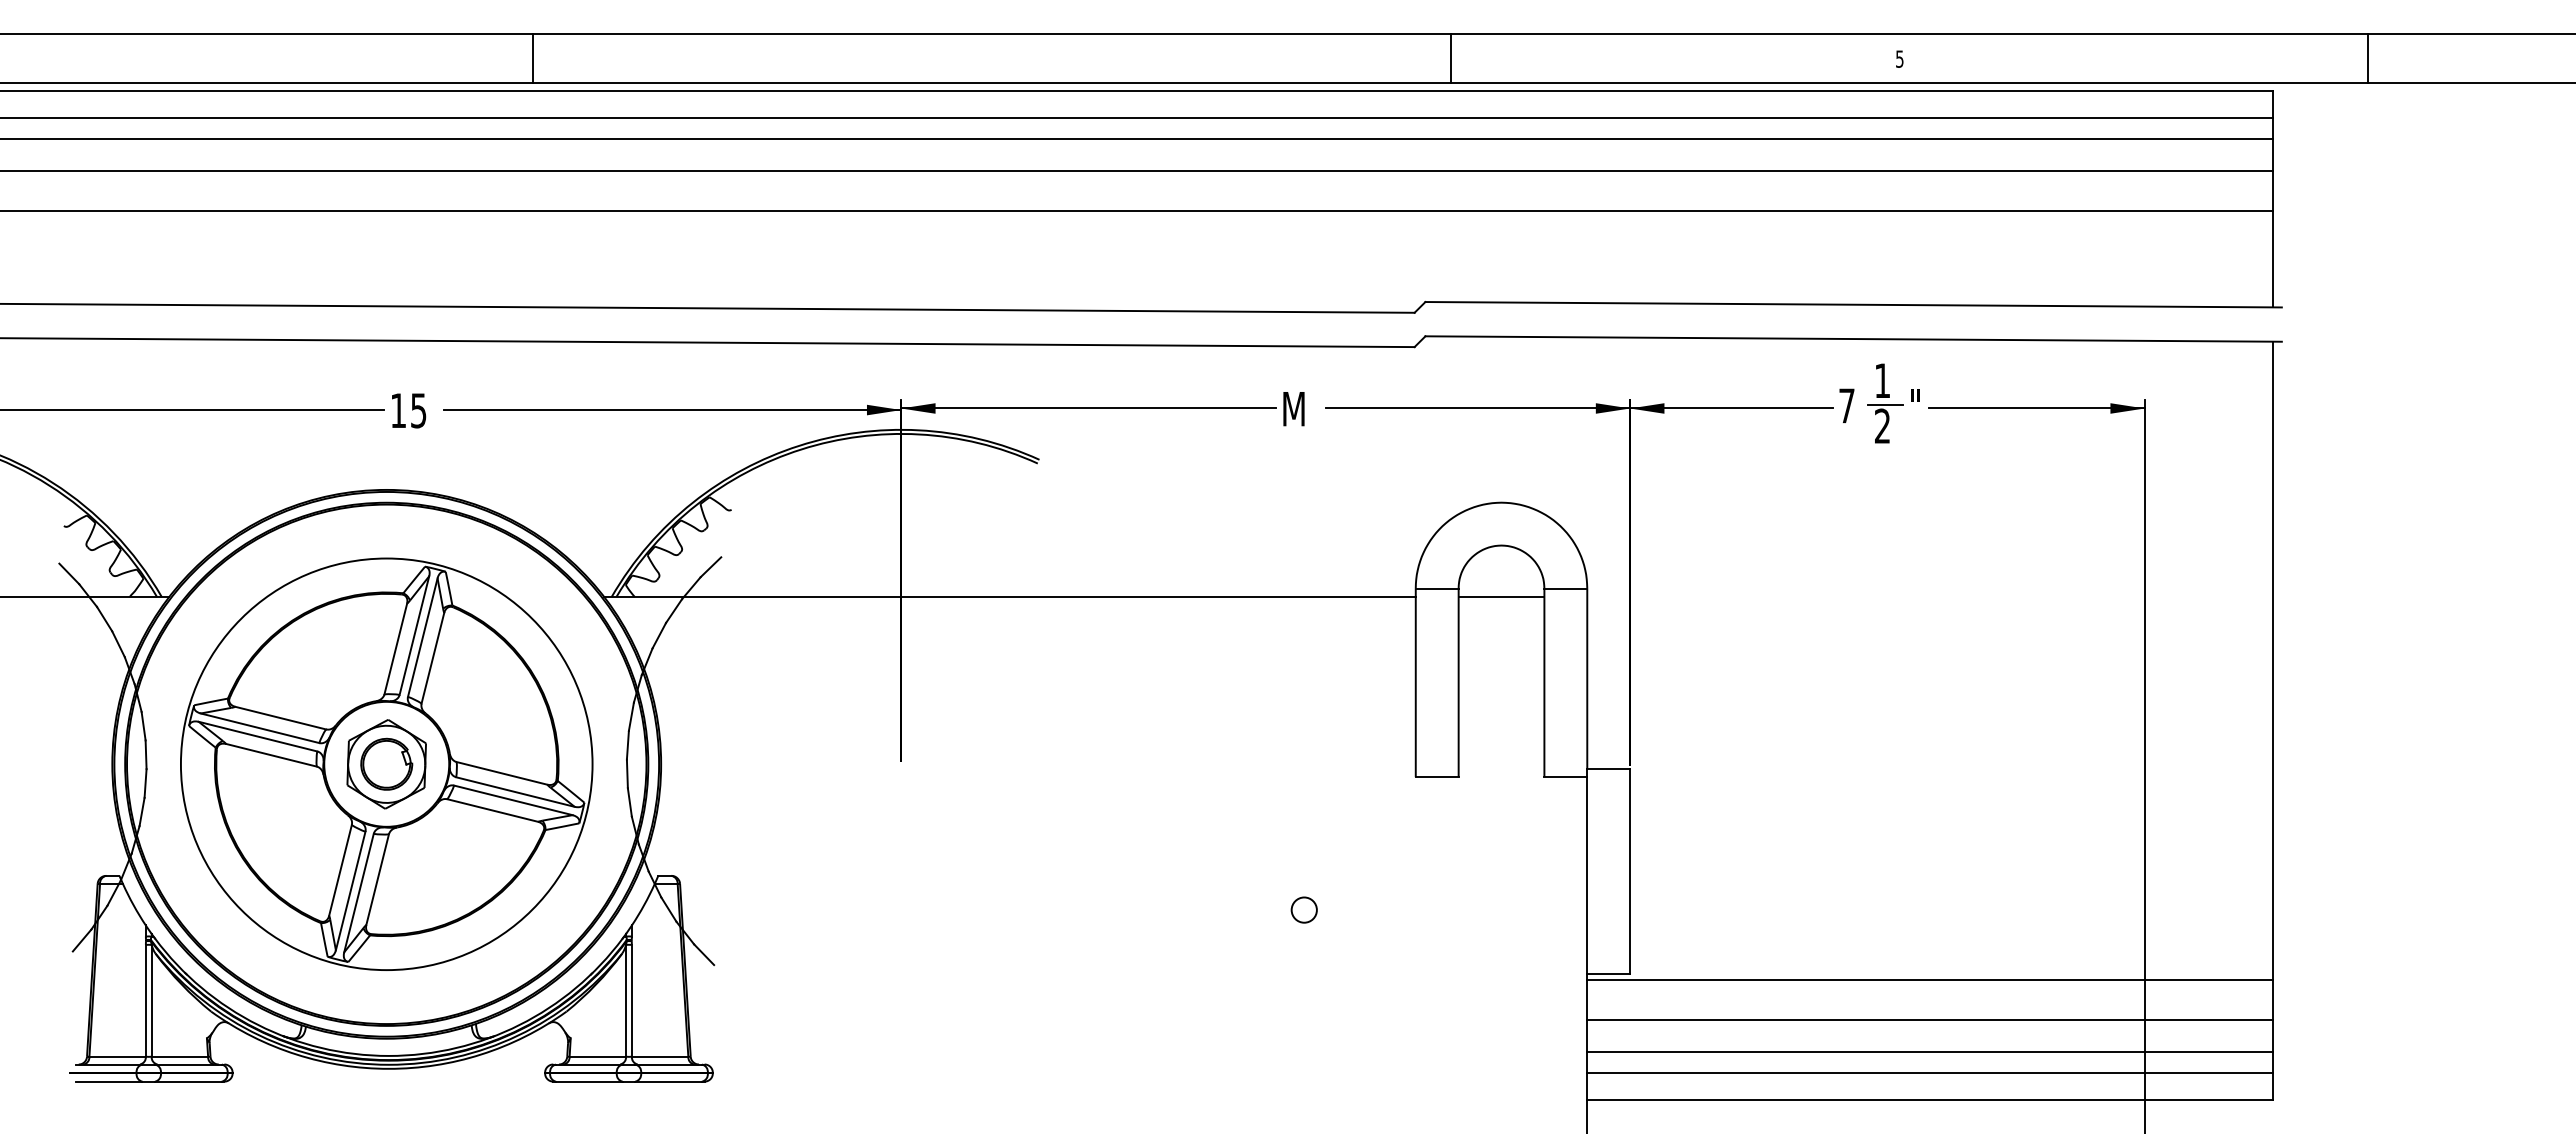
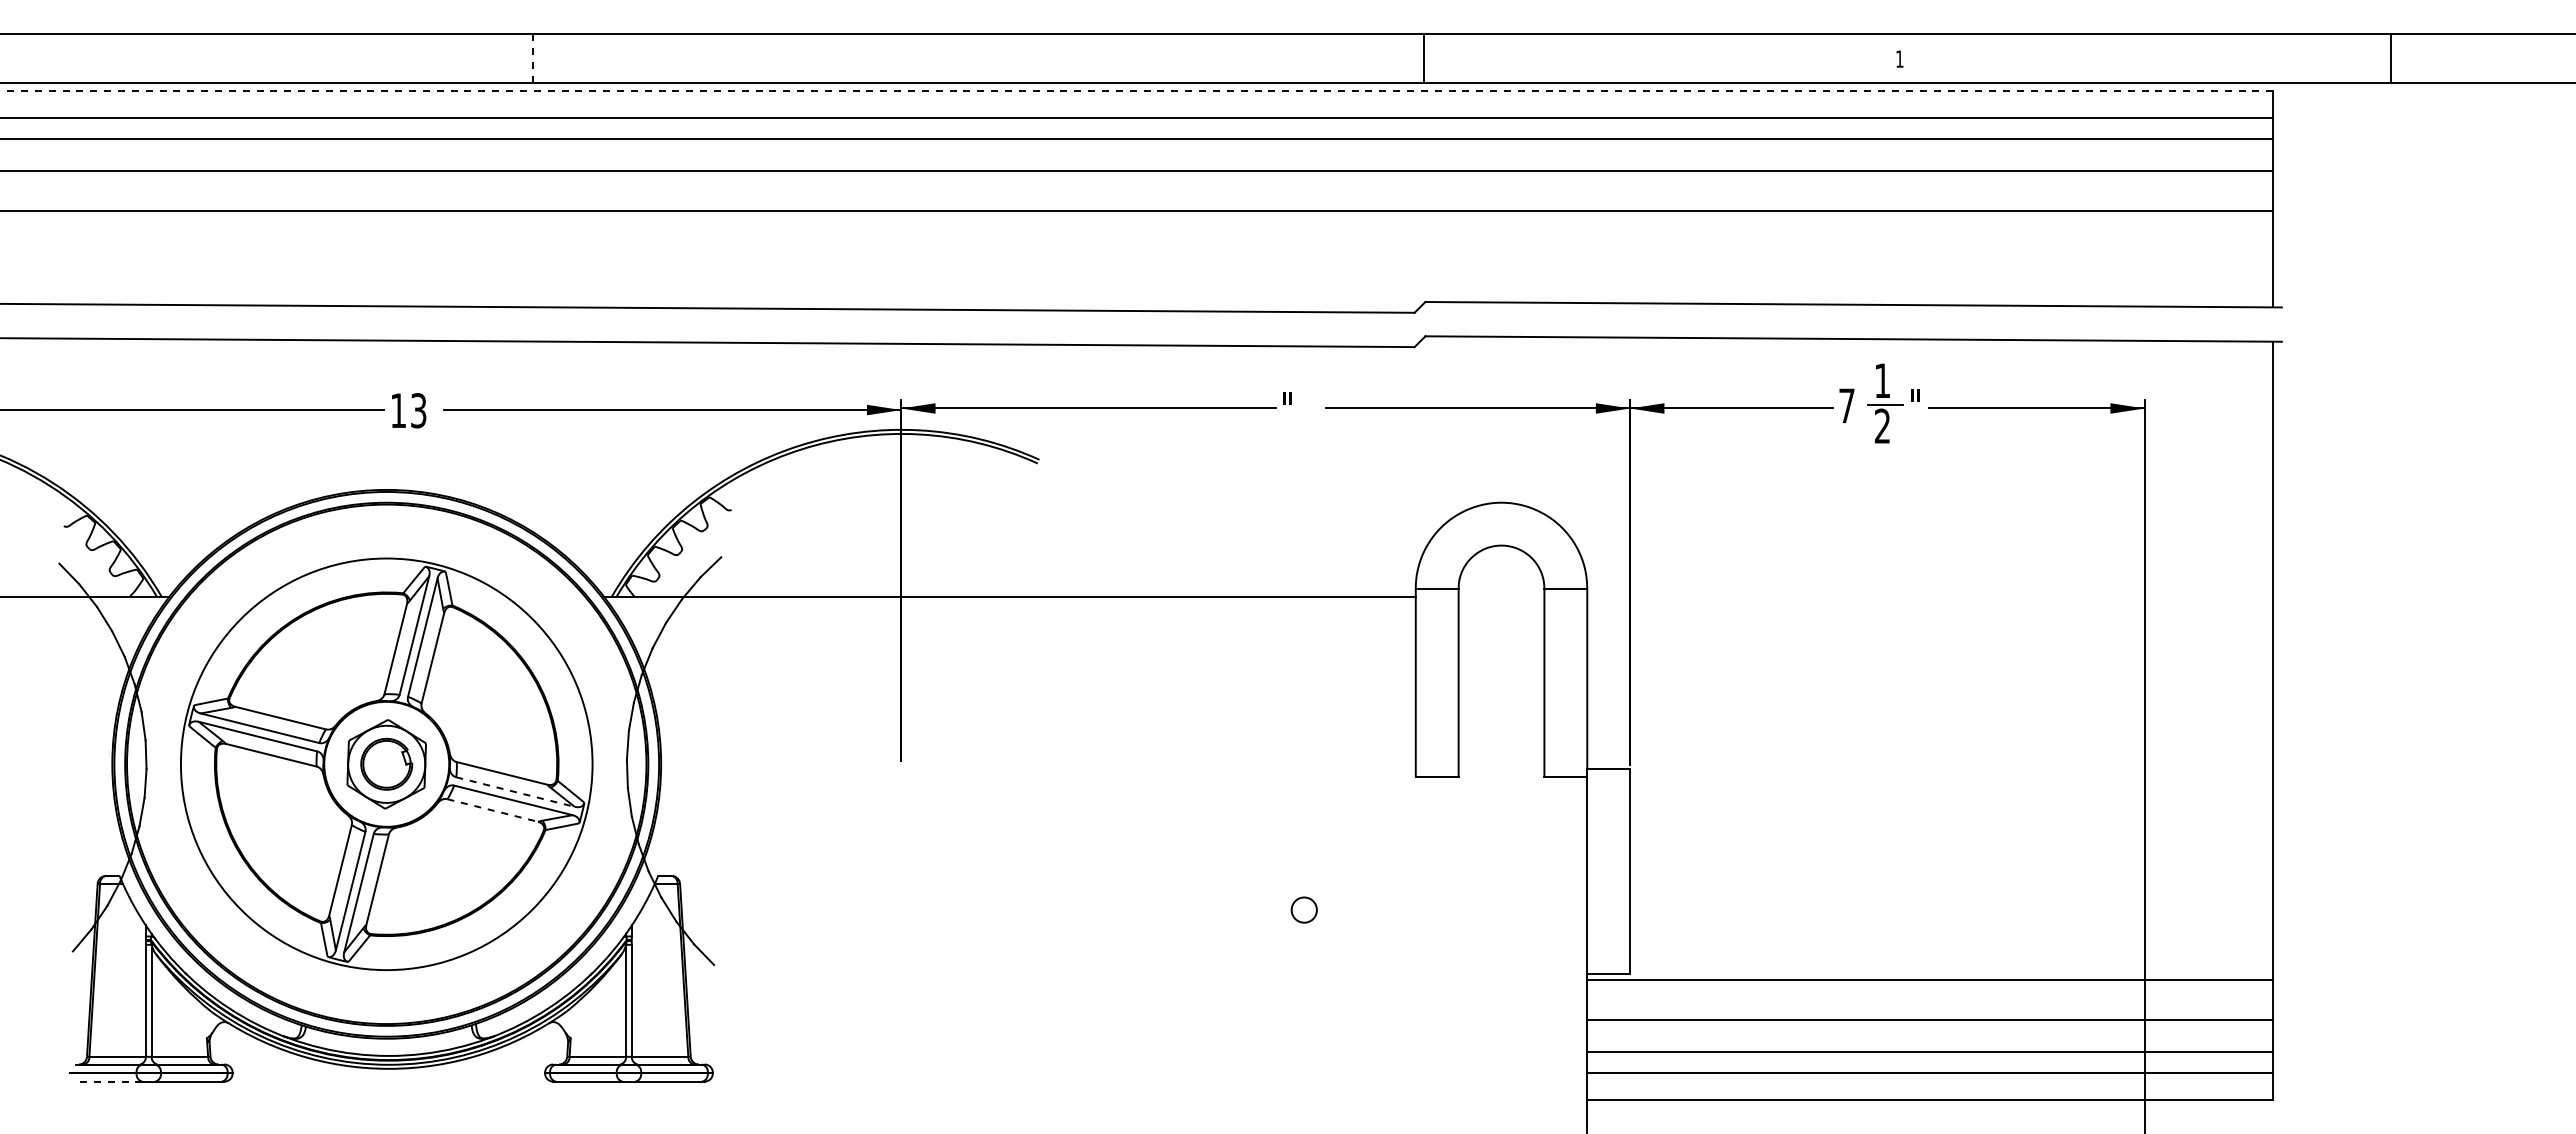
line at (1450, 58) position: (1450, 58) -> (1423, 58)
text at (1899, 58): 5 -> 1
line at (2368, 58) position: (2368, 58) -> (2391, 58)
line at (533, 59): solid -> dashed
line at (1136, 90): solid -> dashed
text at (1293, 409): M -> "
text at (418, 410): 15 -> 13
line at (1501, 597): present -> none
line at (515, 792): solid -> dashed
line at (492, 810): solid -> dashed
line at (108, 1081): solid -> dashed
